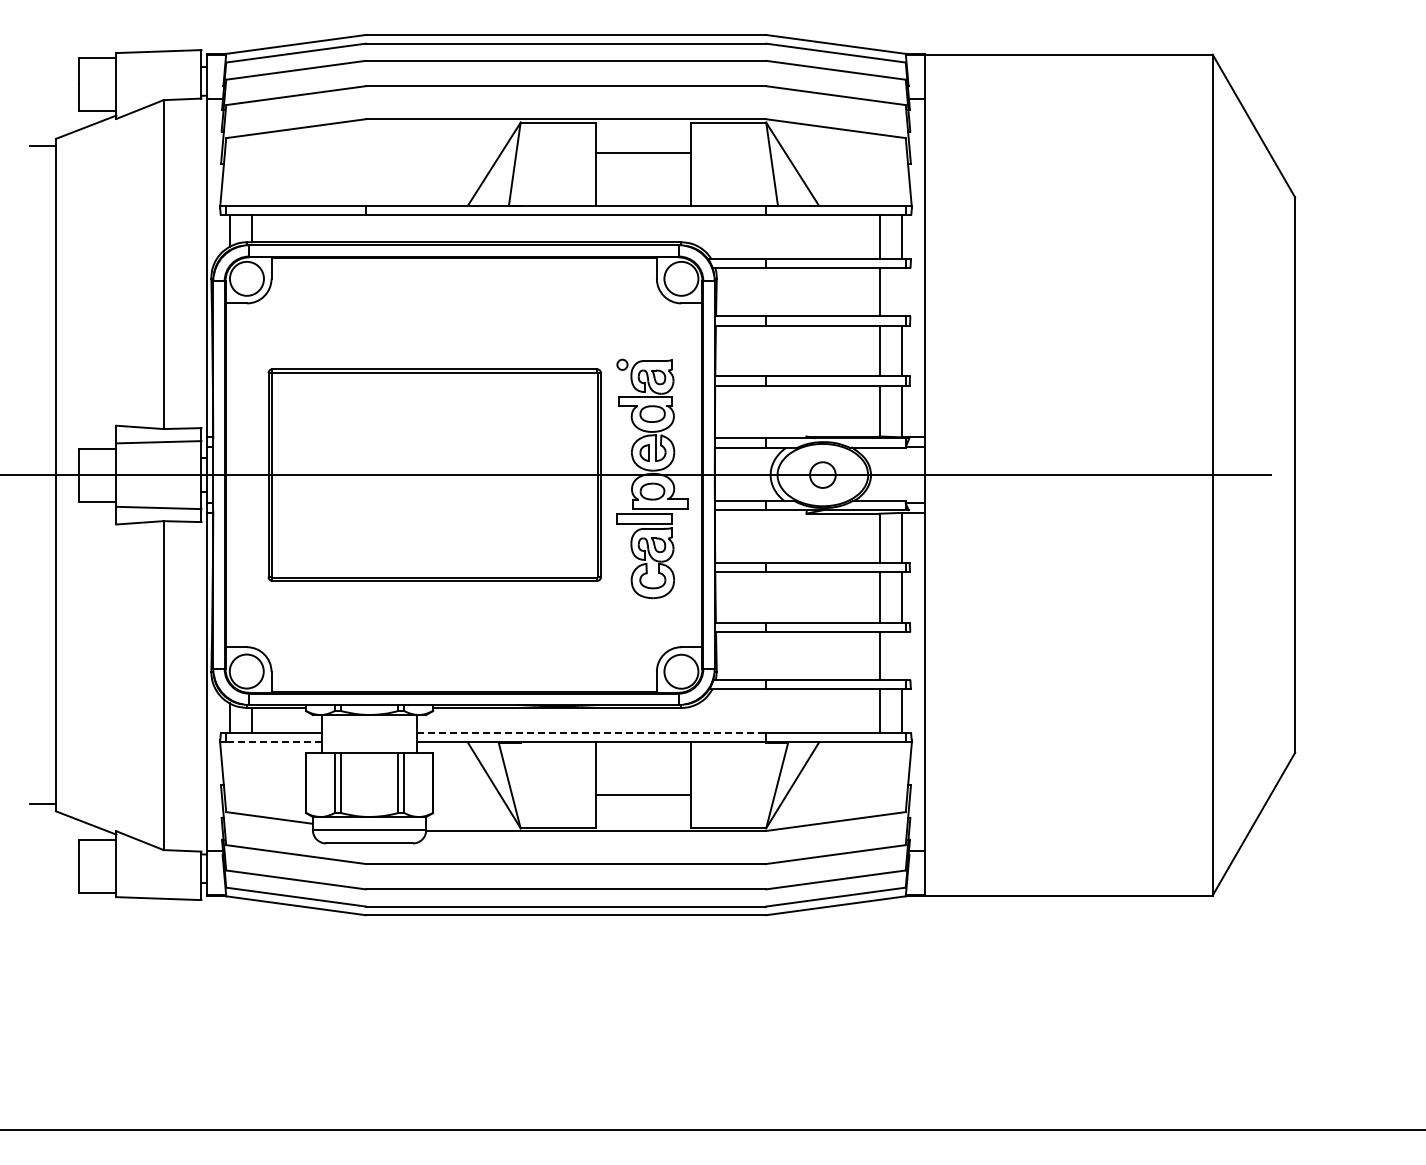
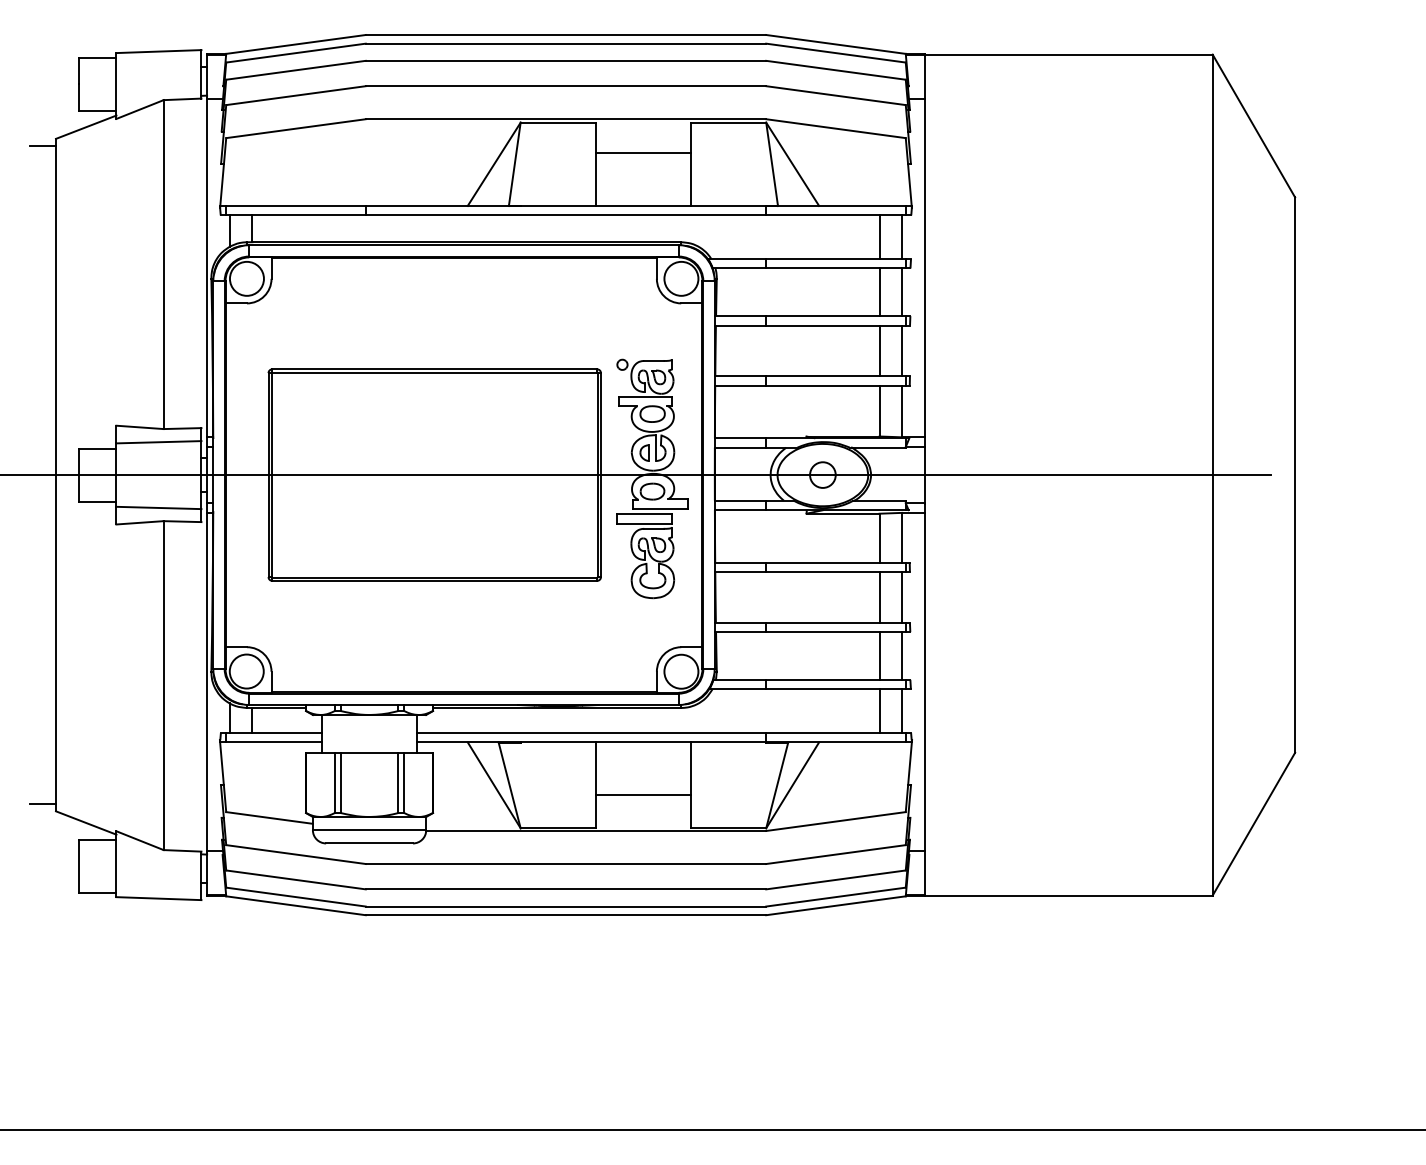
line at (902, 292): none -> present
line at (902, 655): none -> present
line at (591, 732): dashed -> solid
line at (273, 742): dashed -> solid
